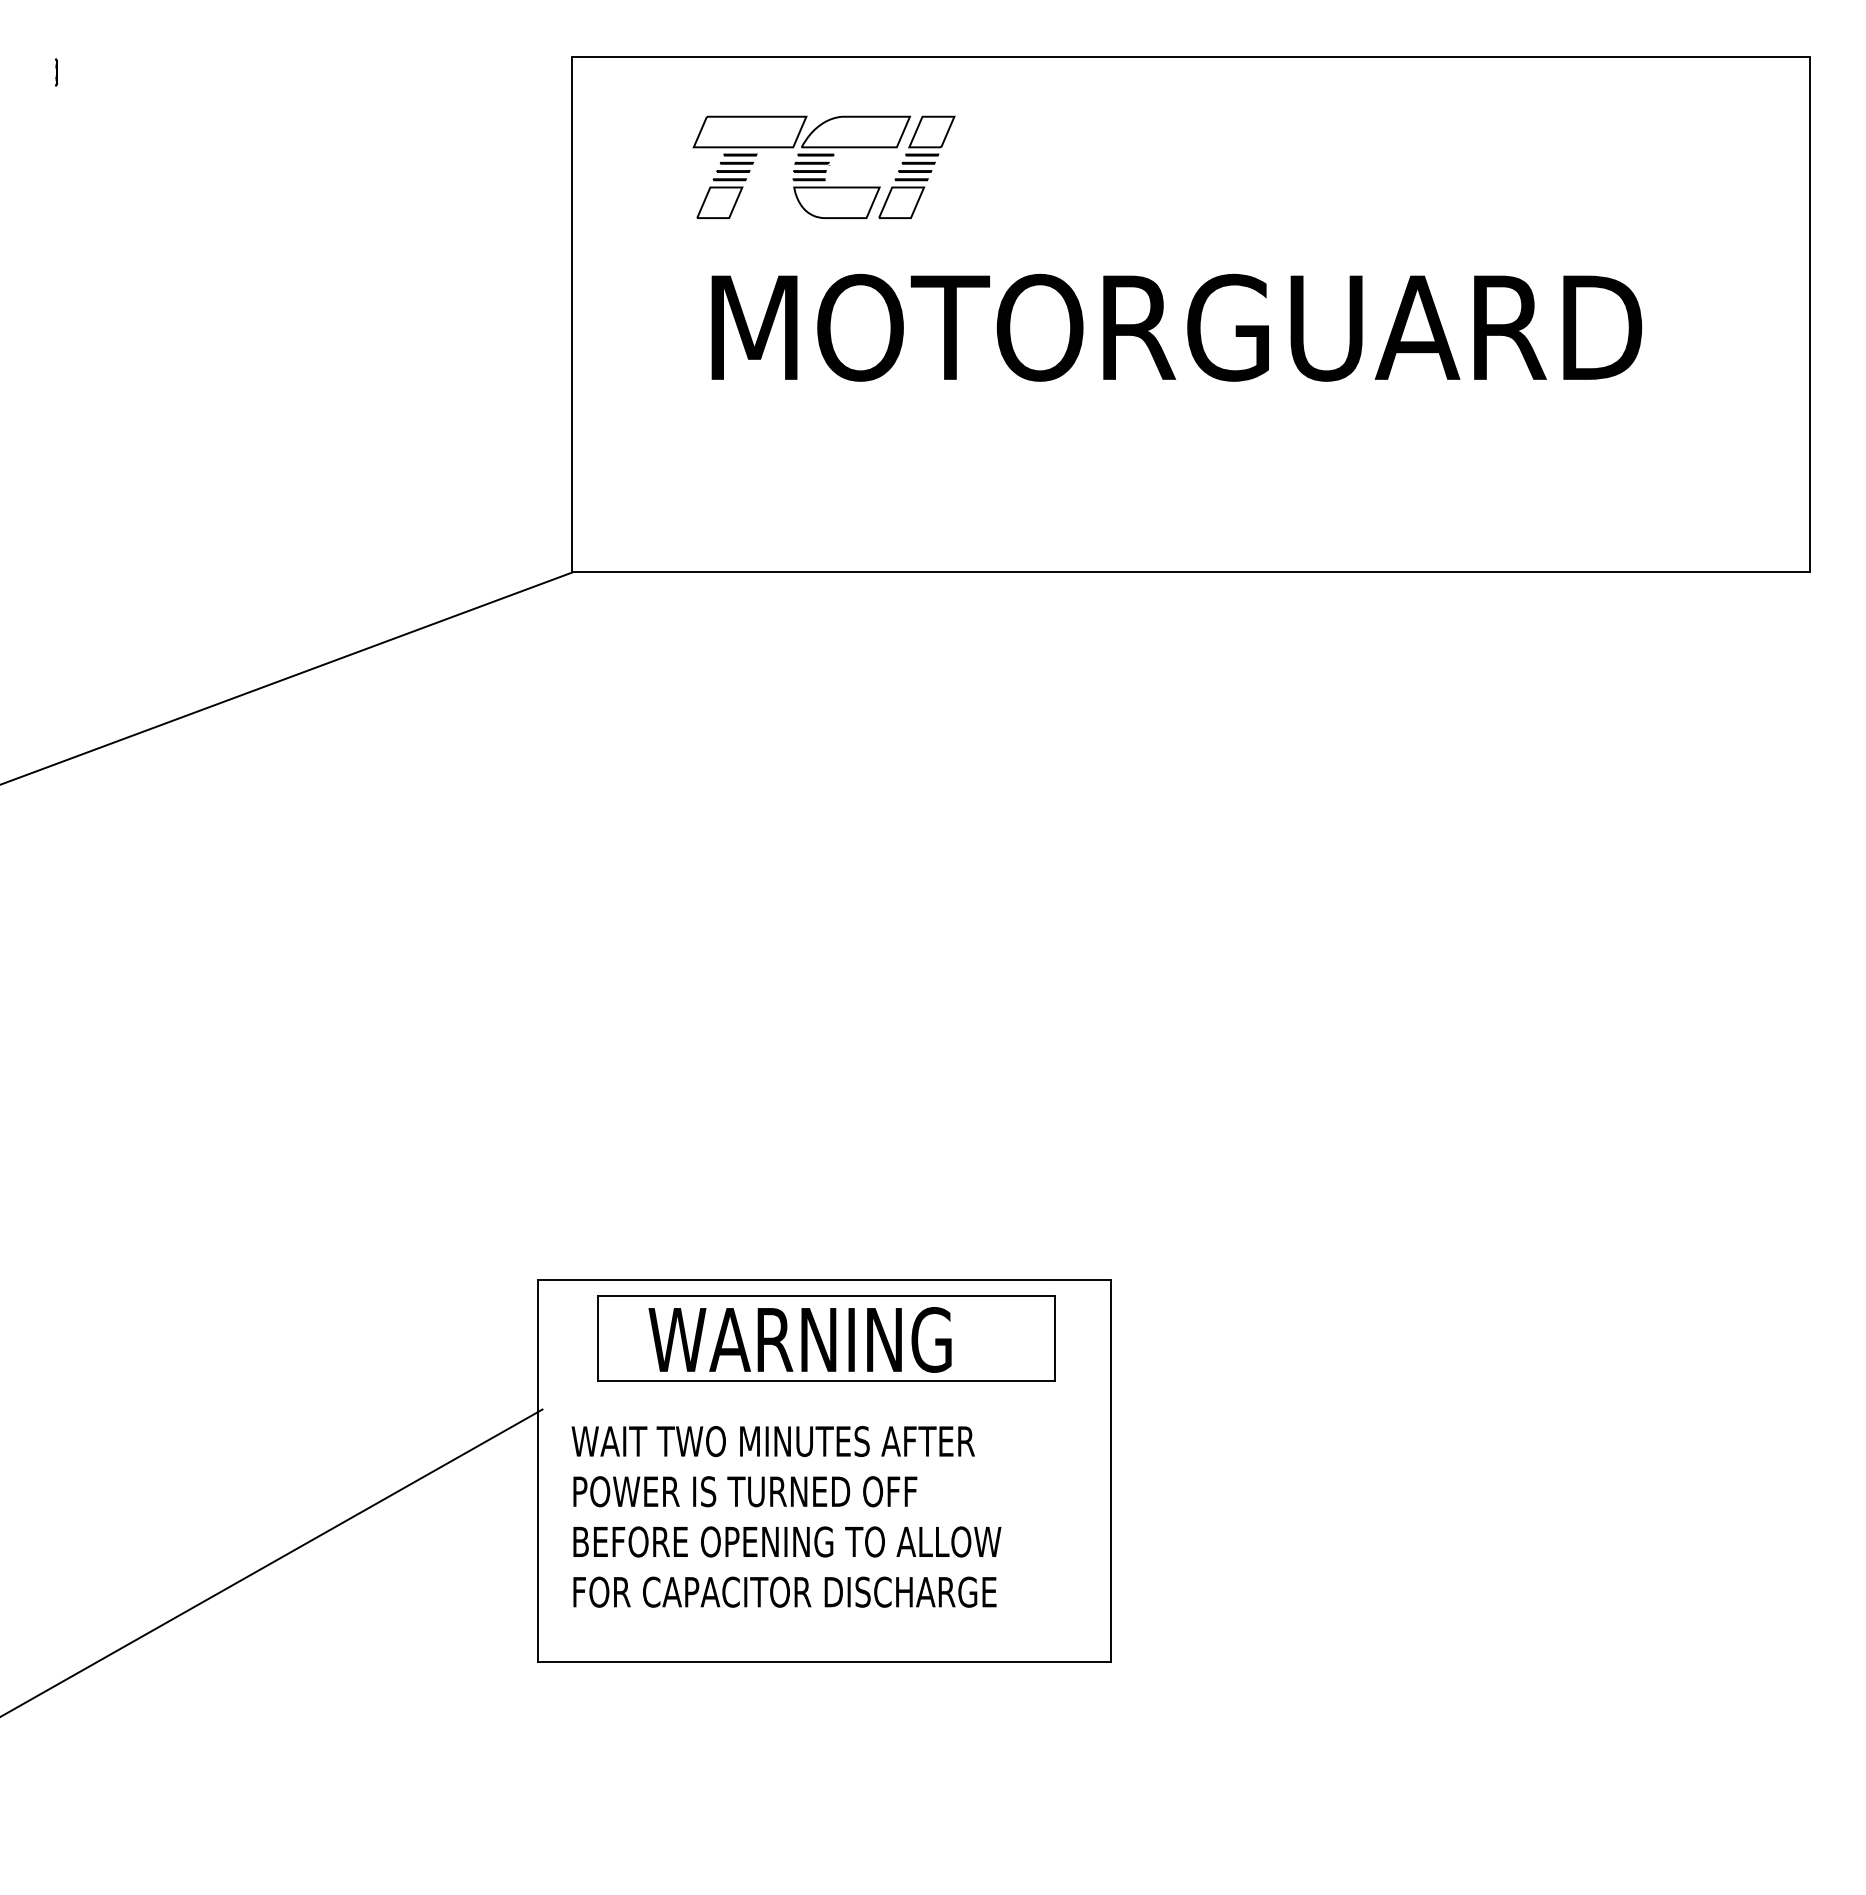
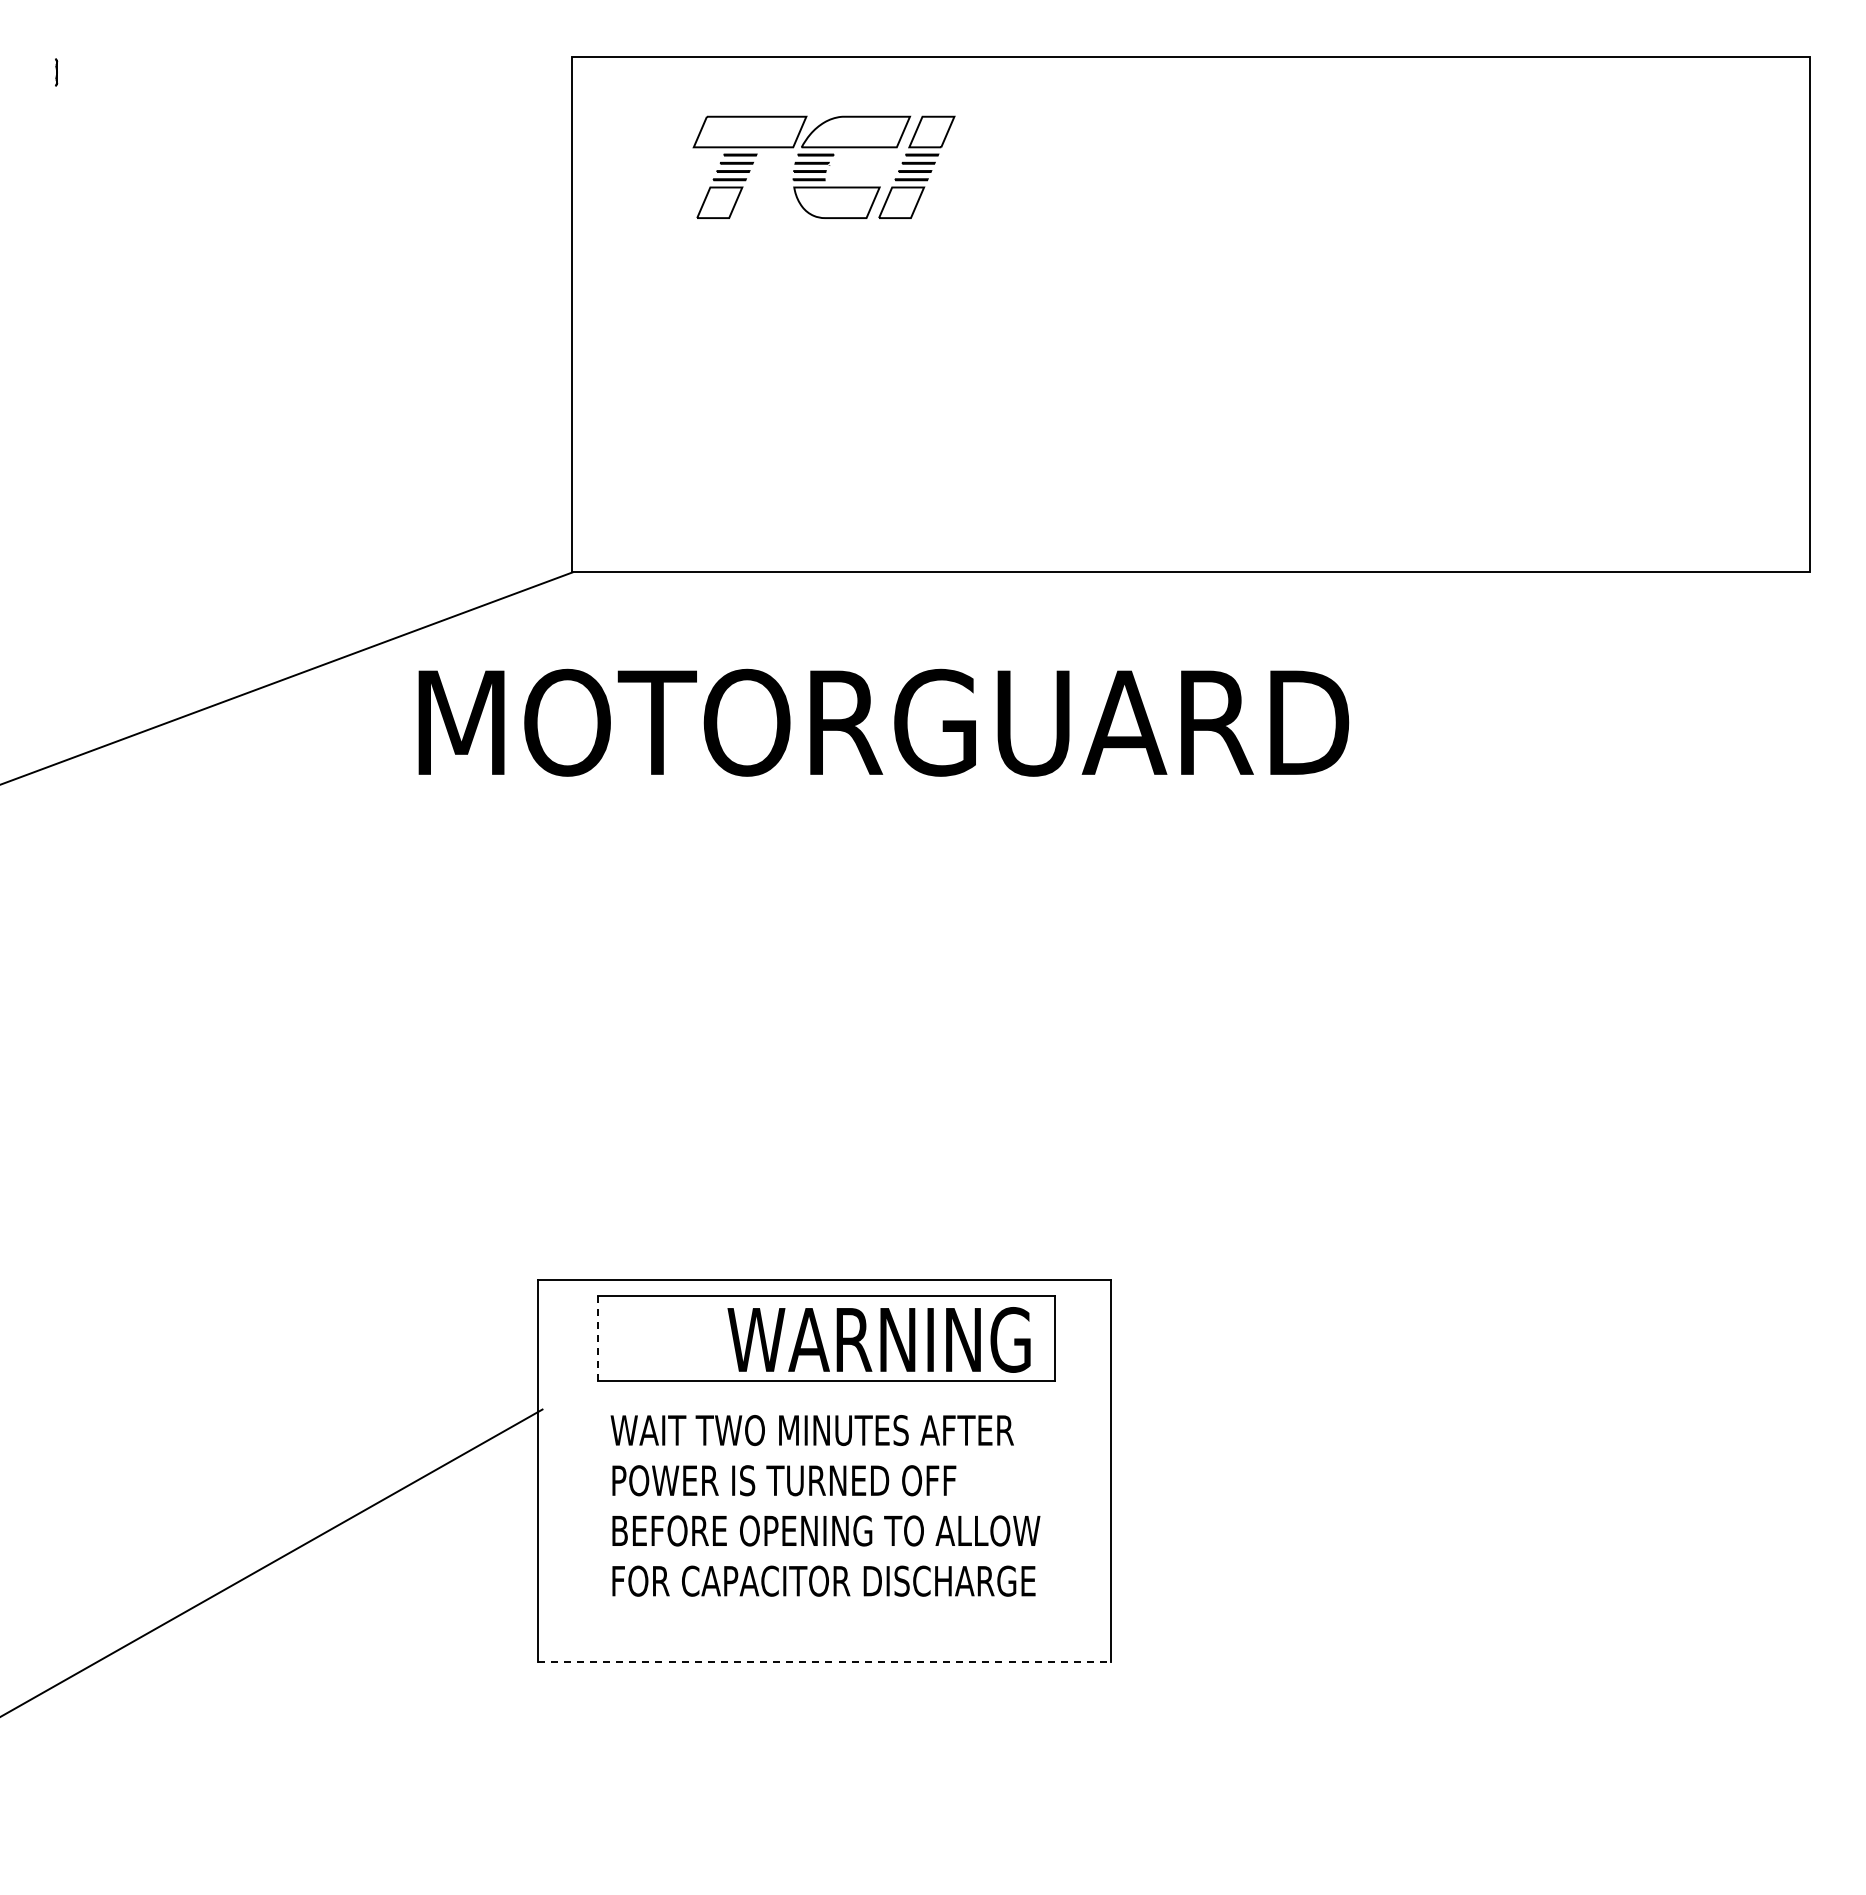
text at (1176, 327) position: (1176, 327) -> (883, 722)
line at (597, 1338): solid -> dashed
text at (799, 1339) position: (799, 1339) -> (878, 1339)
text at (786, 1516) position: (786, 1516) -> (825, 1505)
line at (824, 1661): solid -> dashed
